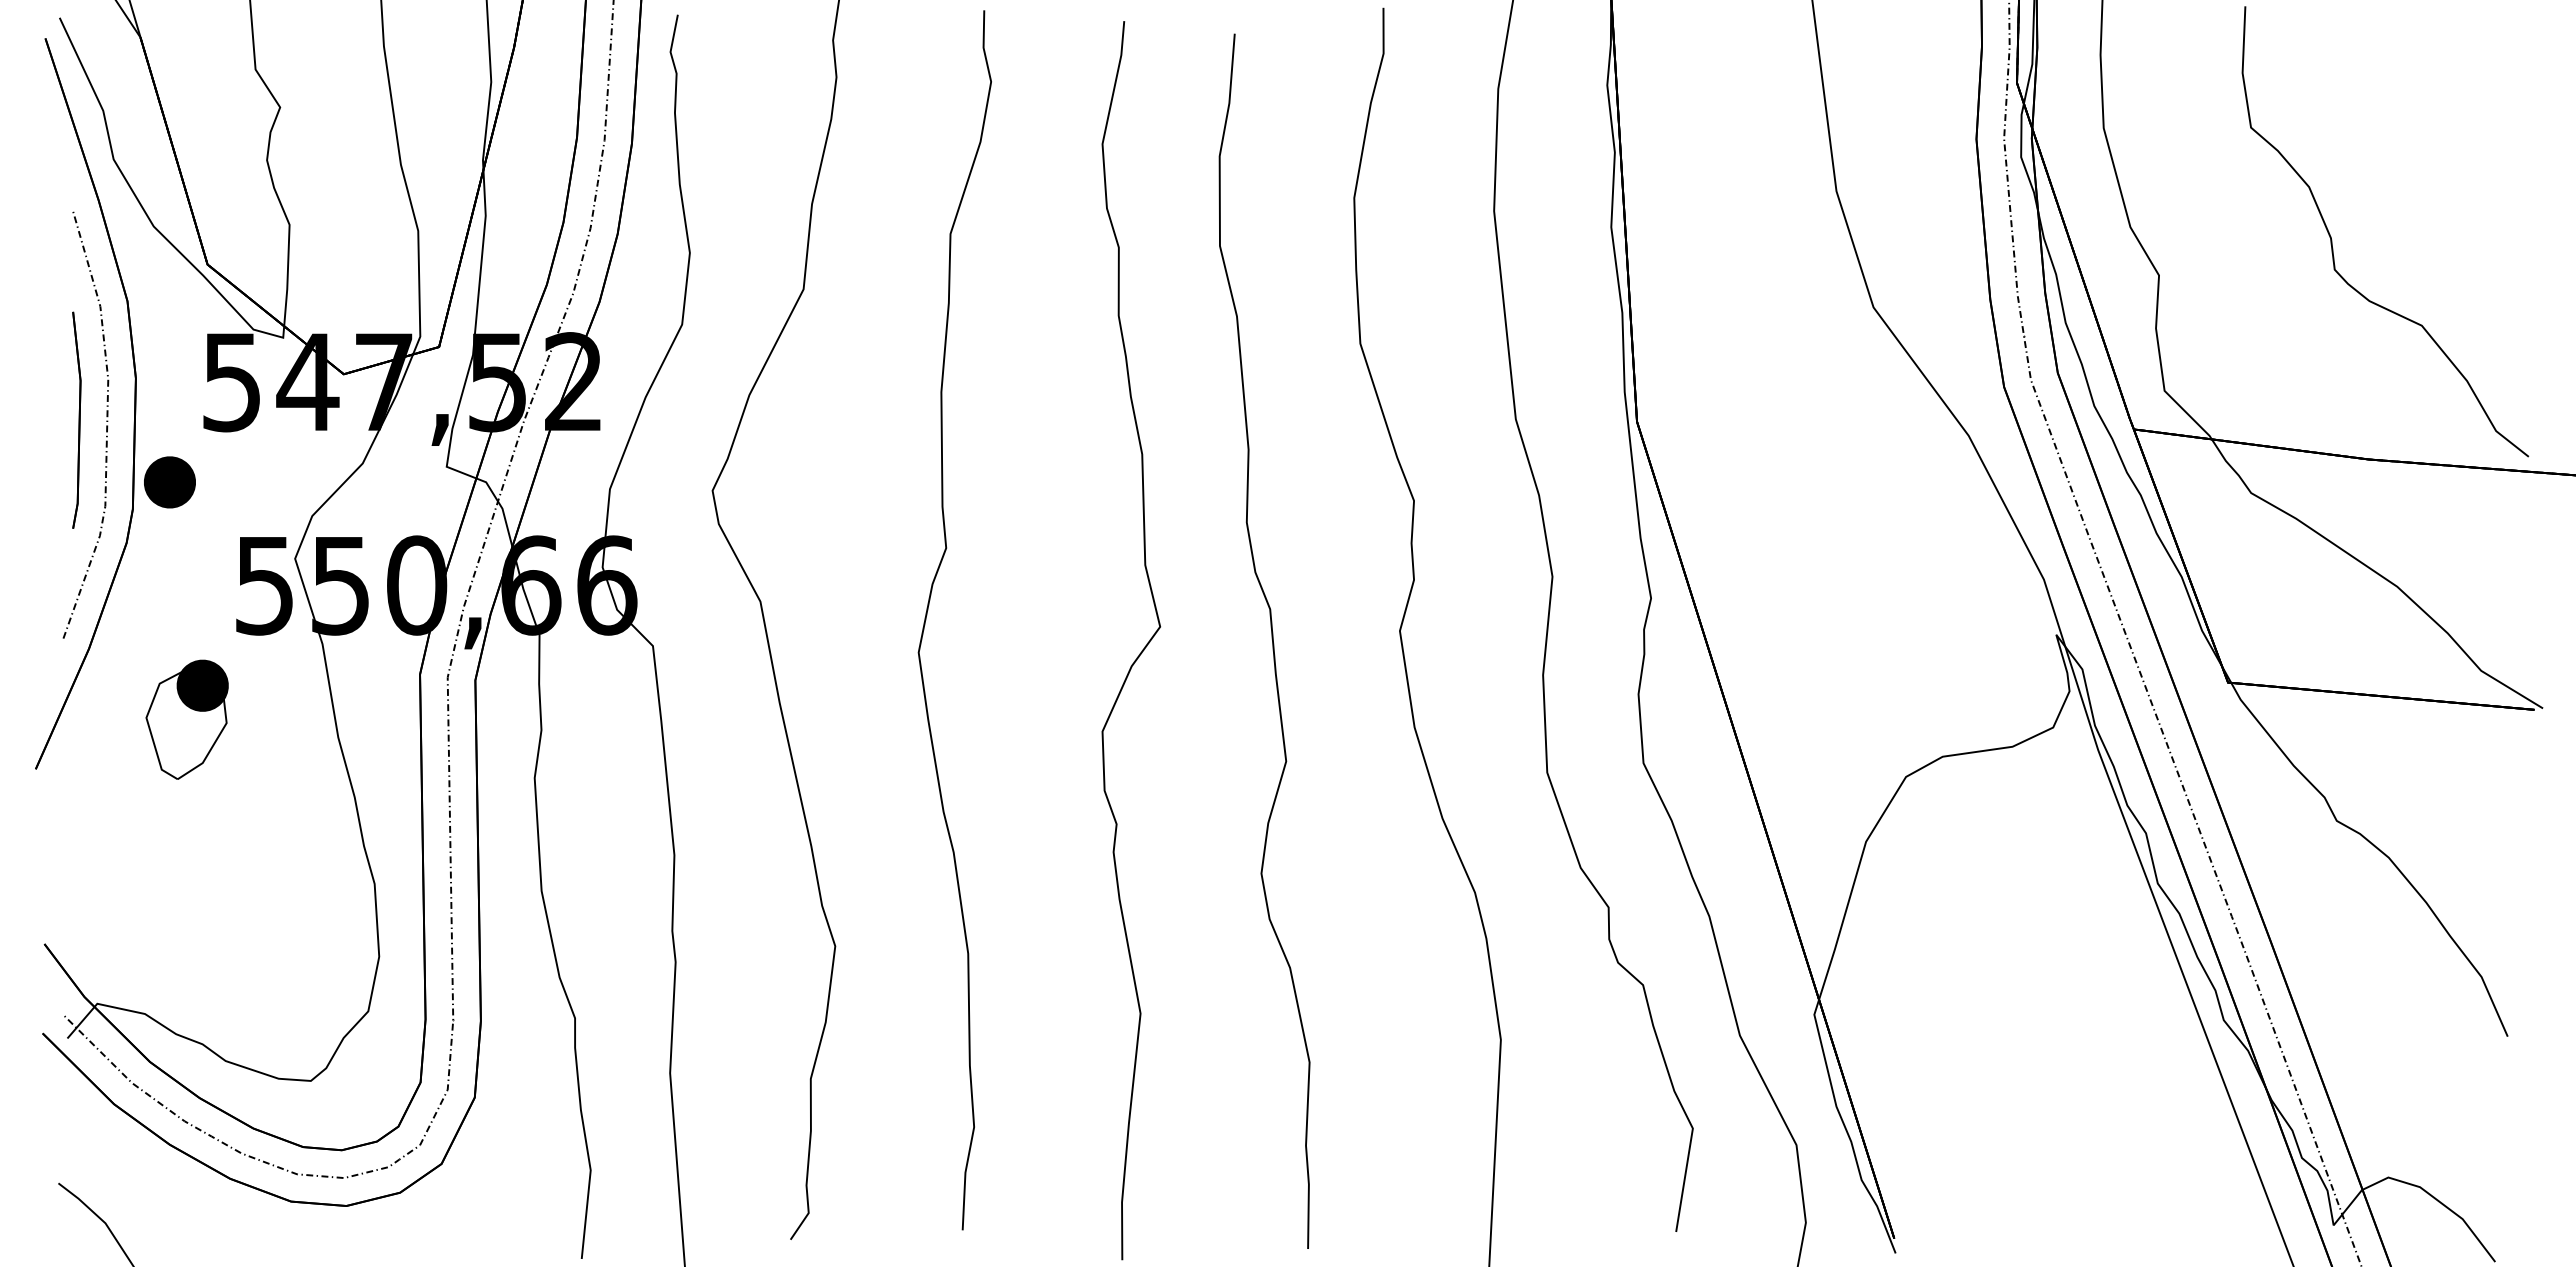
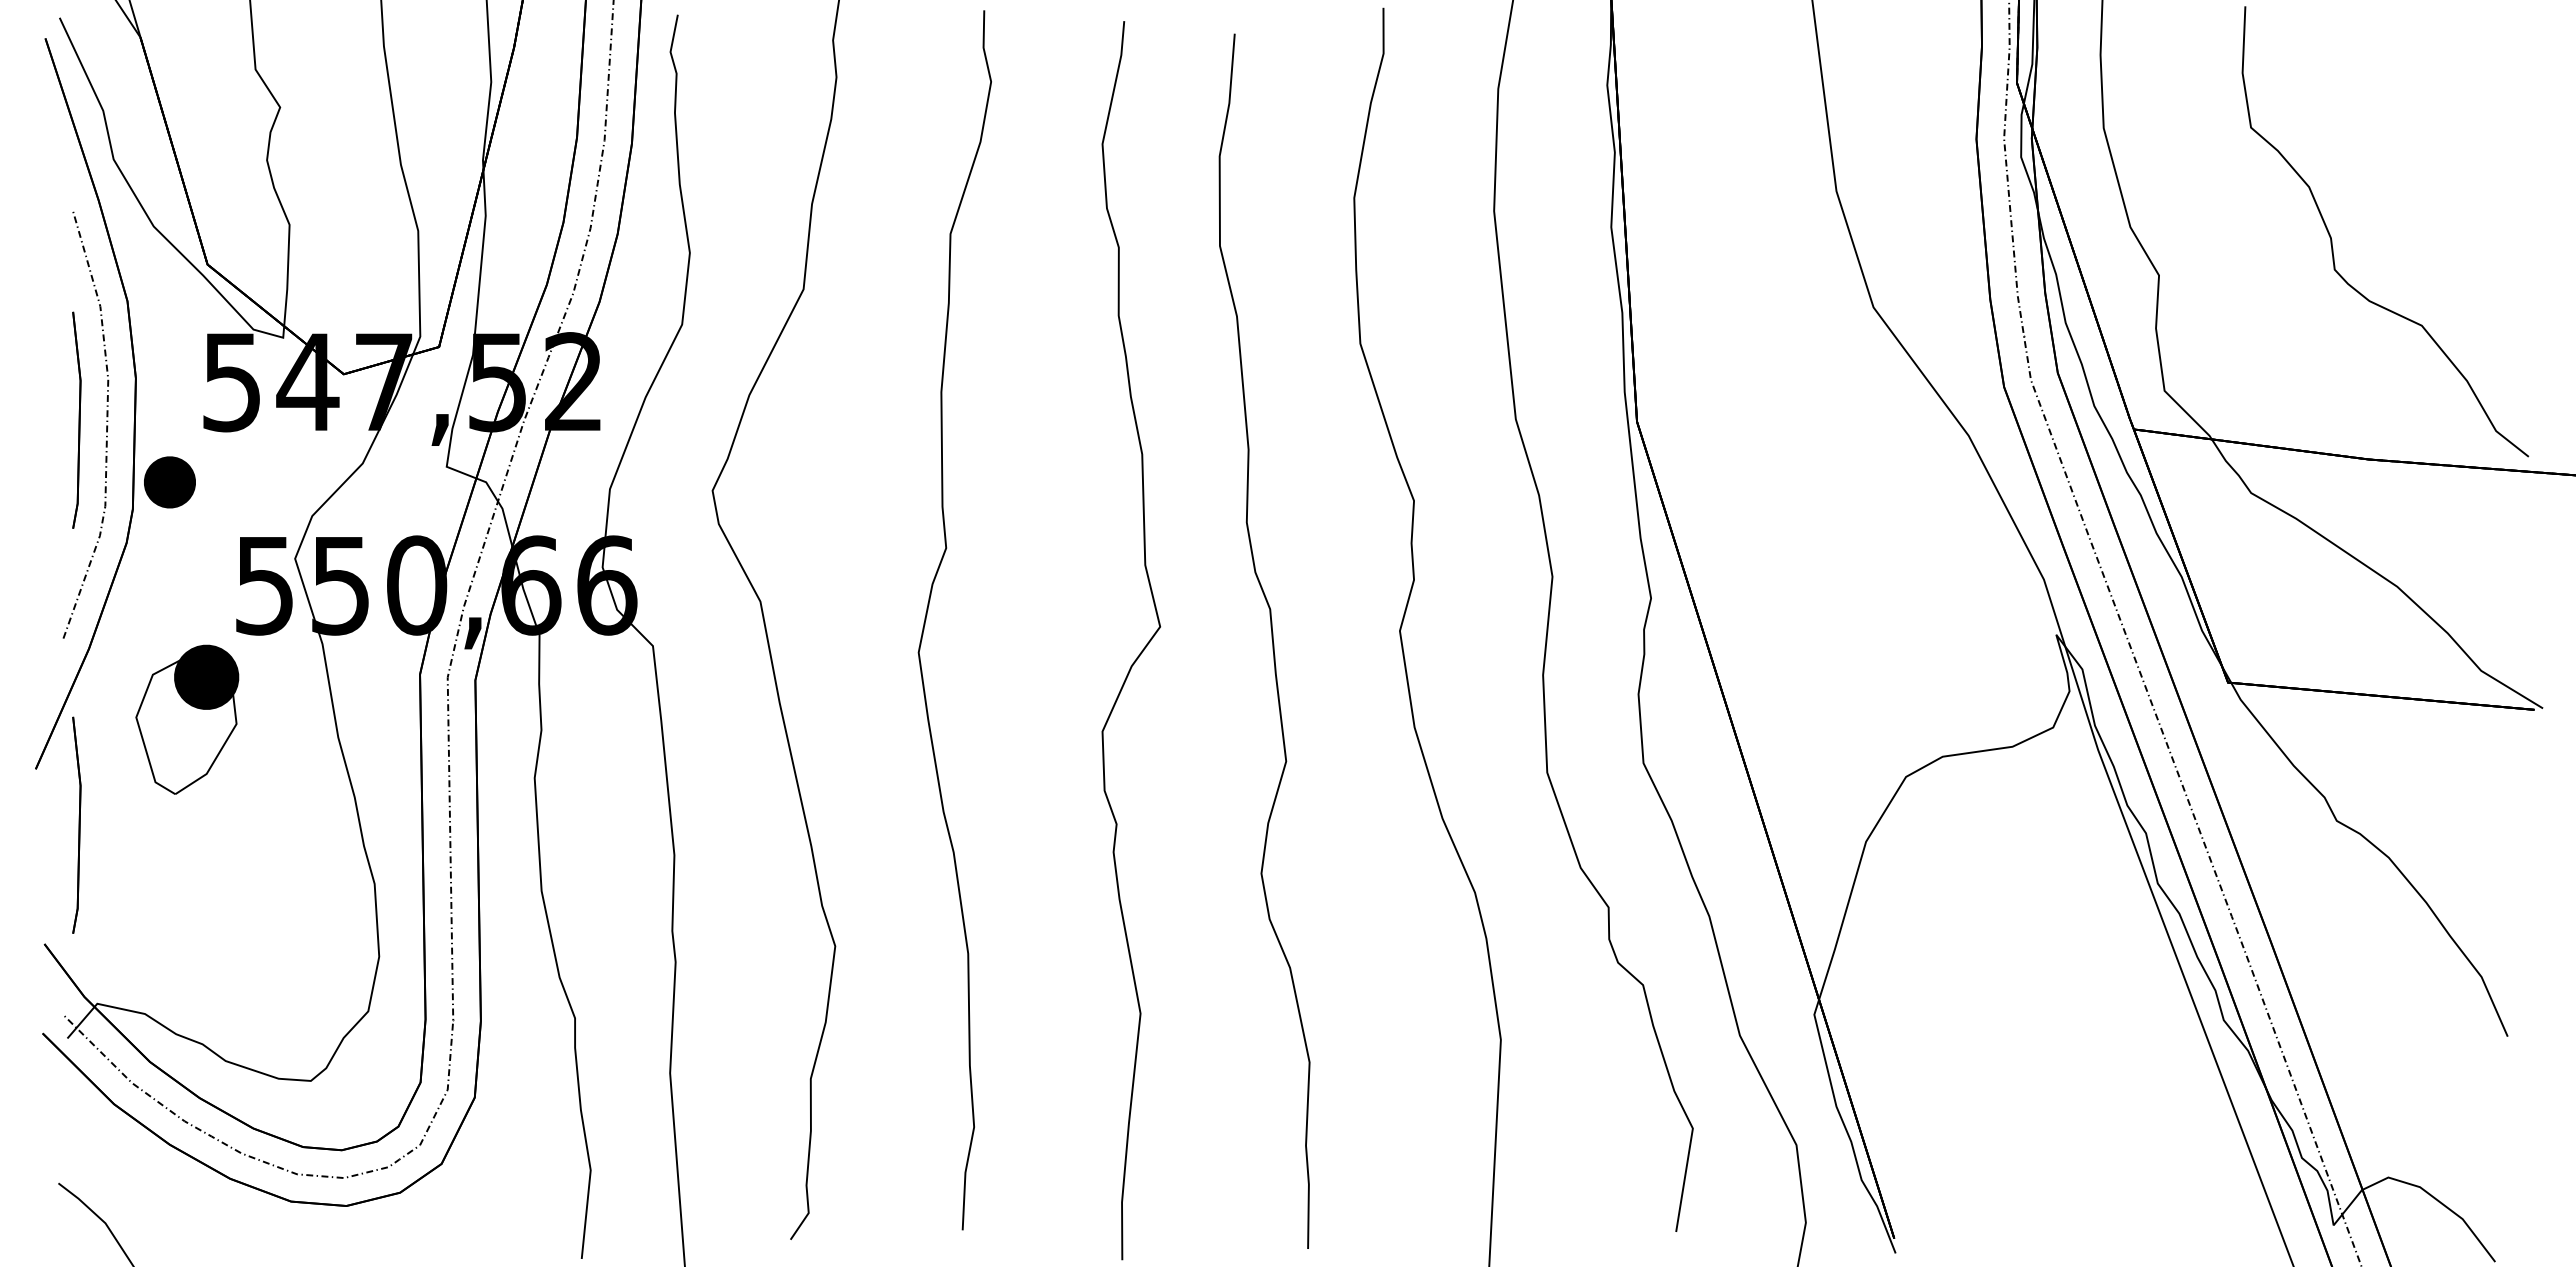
part at (186, 719) size: 84x121 px -> 105x151 px
part at (76, 824): none -> present
